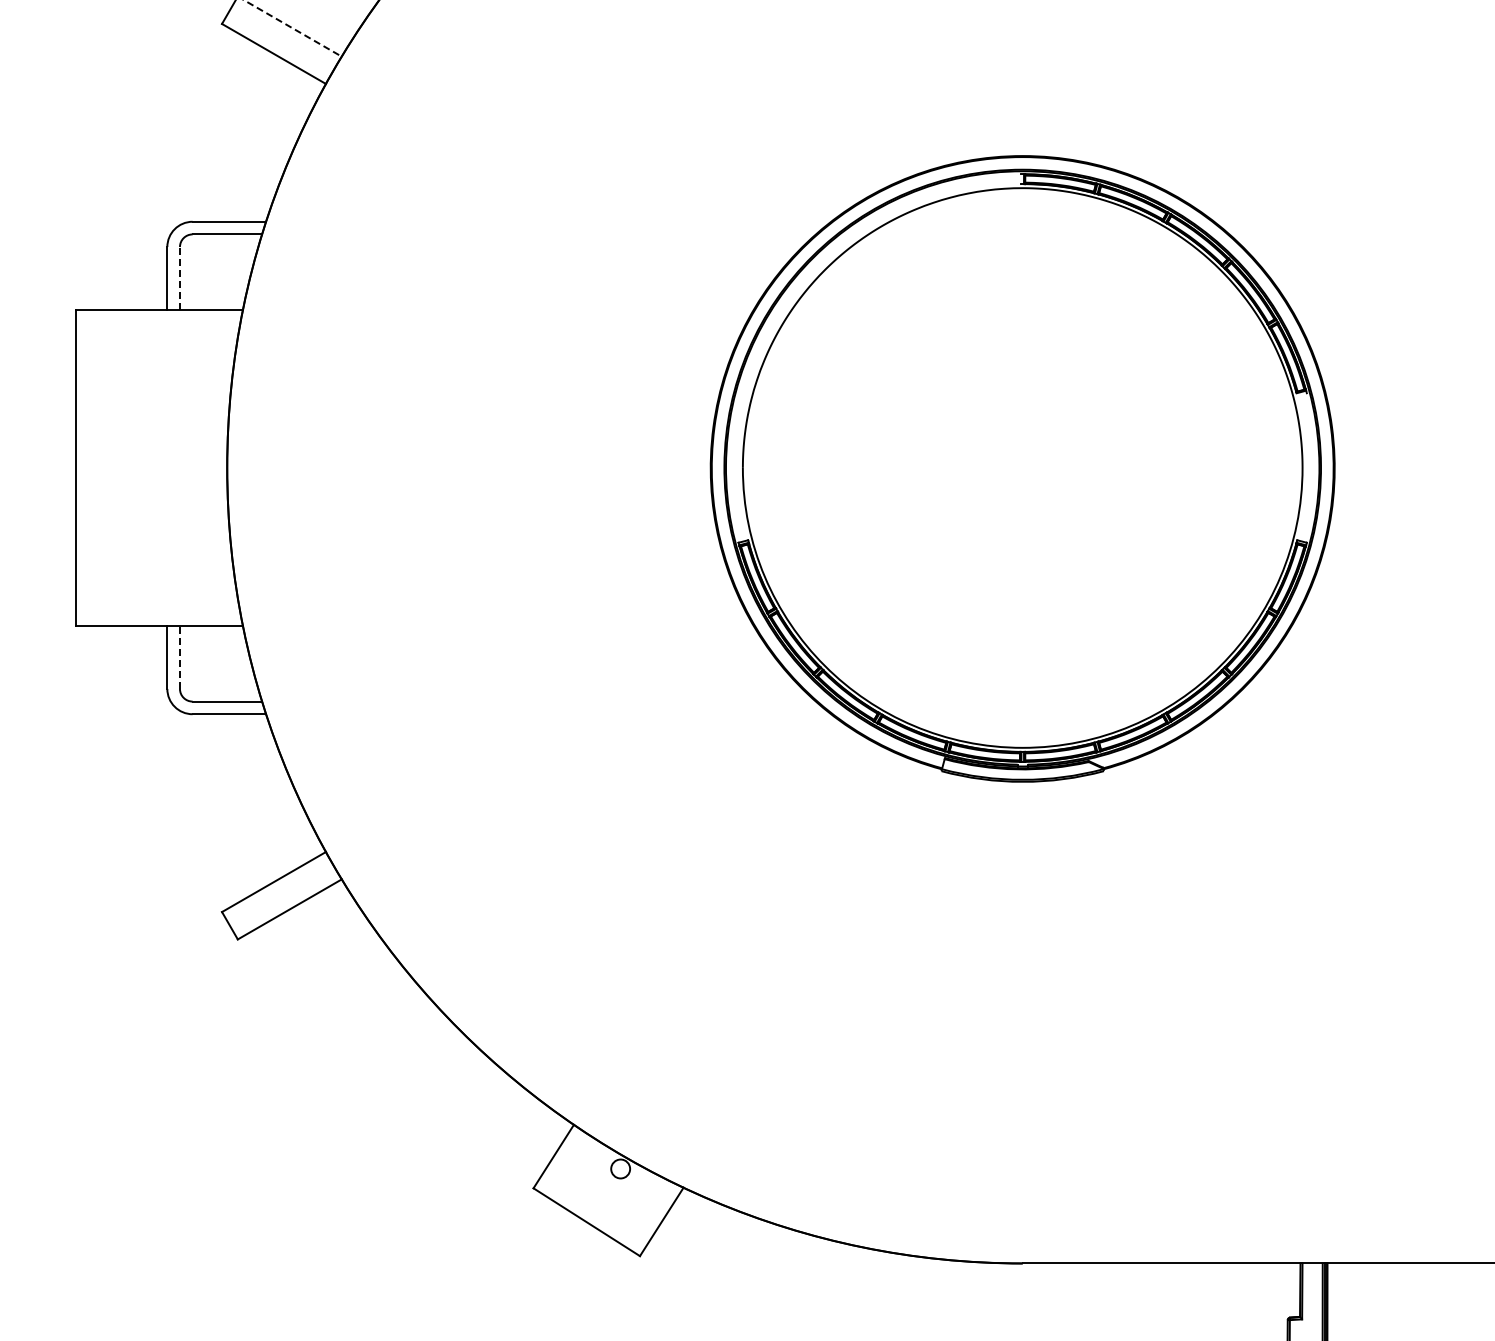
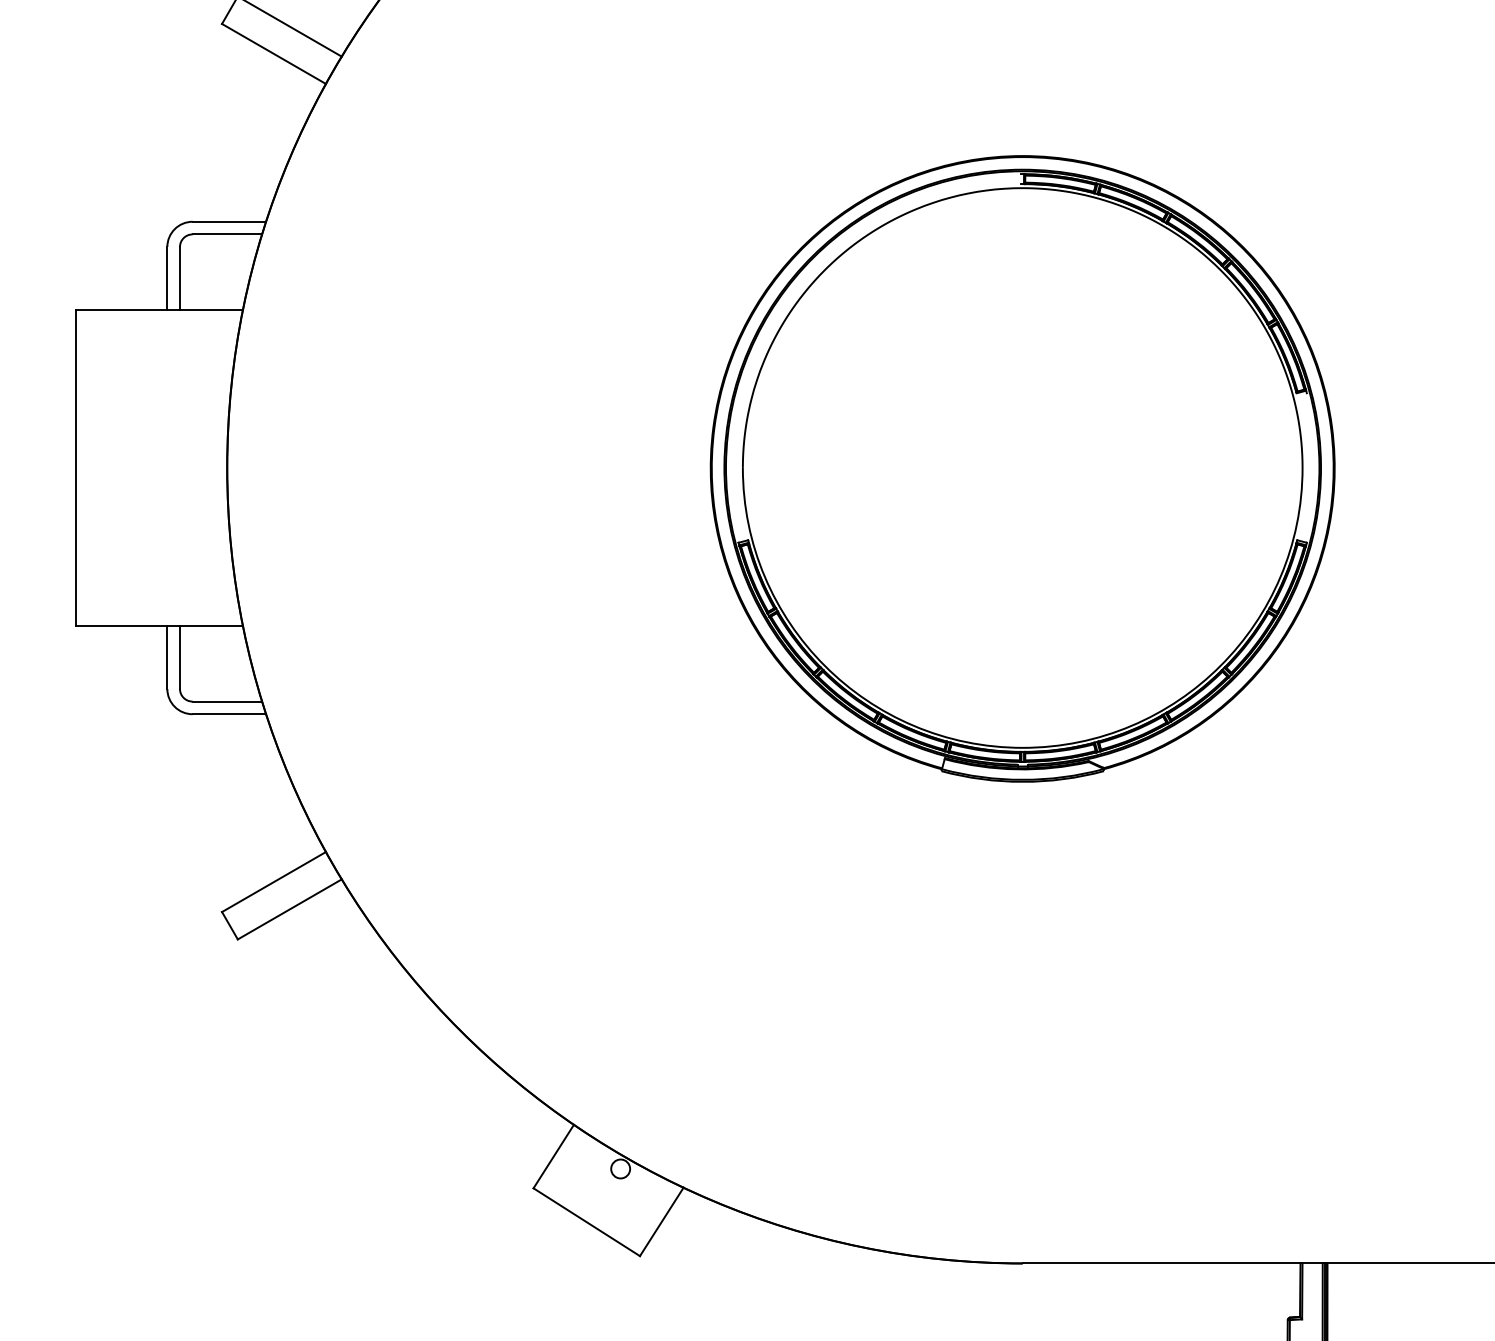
line at (292, 28): dashed -> solid
line at (179, 278): dashed -> solid
line at (179, 657): dashed -> solid
